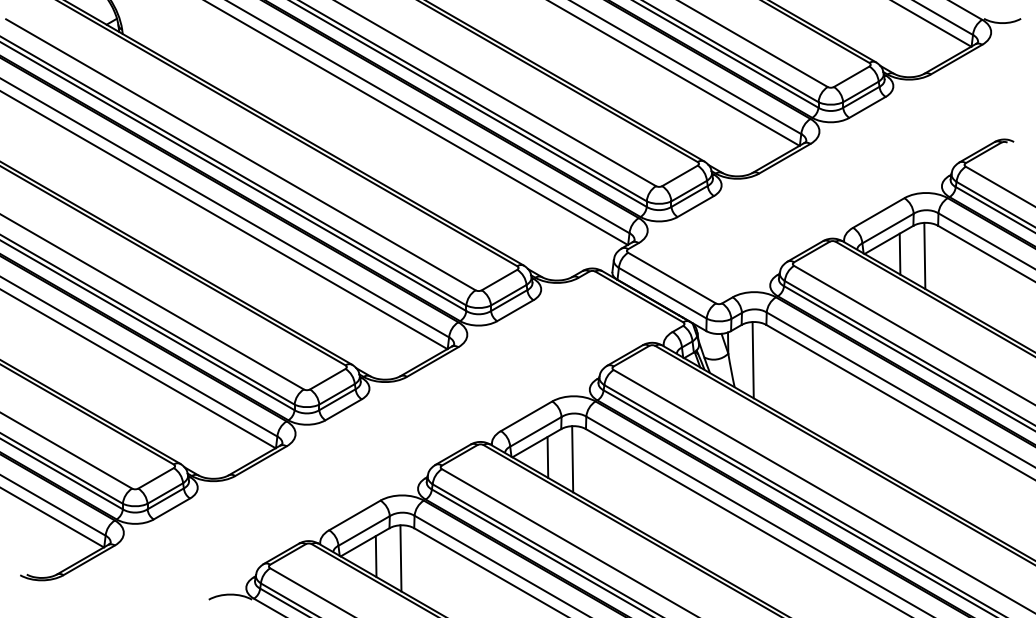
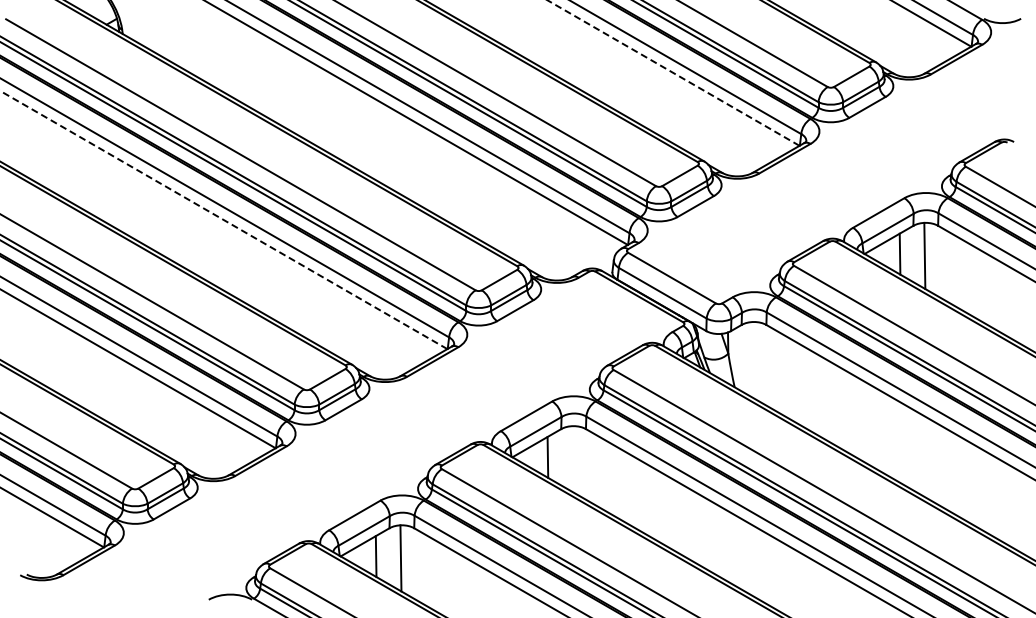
line at (673, 72): solid -> dashed
line at (223, 219): solid -> dashed
line at (752, 360): present -> none
line at (572, 459): present -> none
